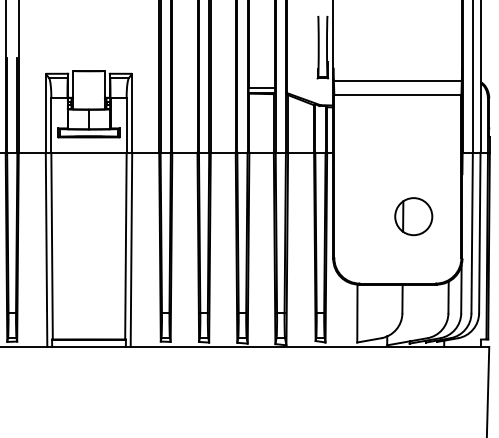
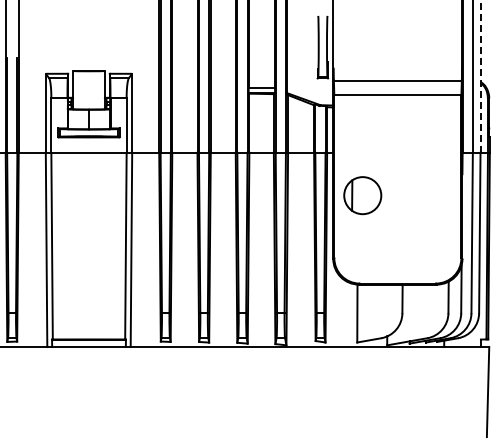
line at (480, 76): solid -> dashed
part at (413, 216) position: (413, 216) -> (362, 195)
